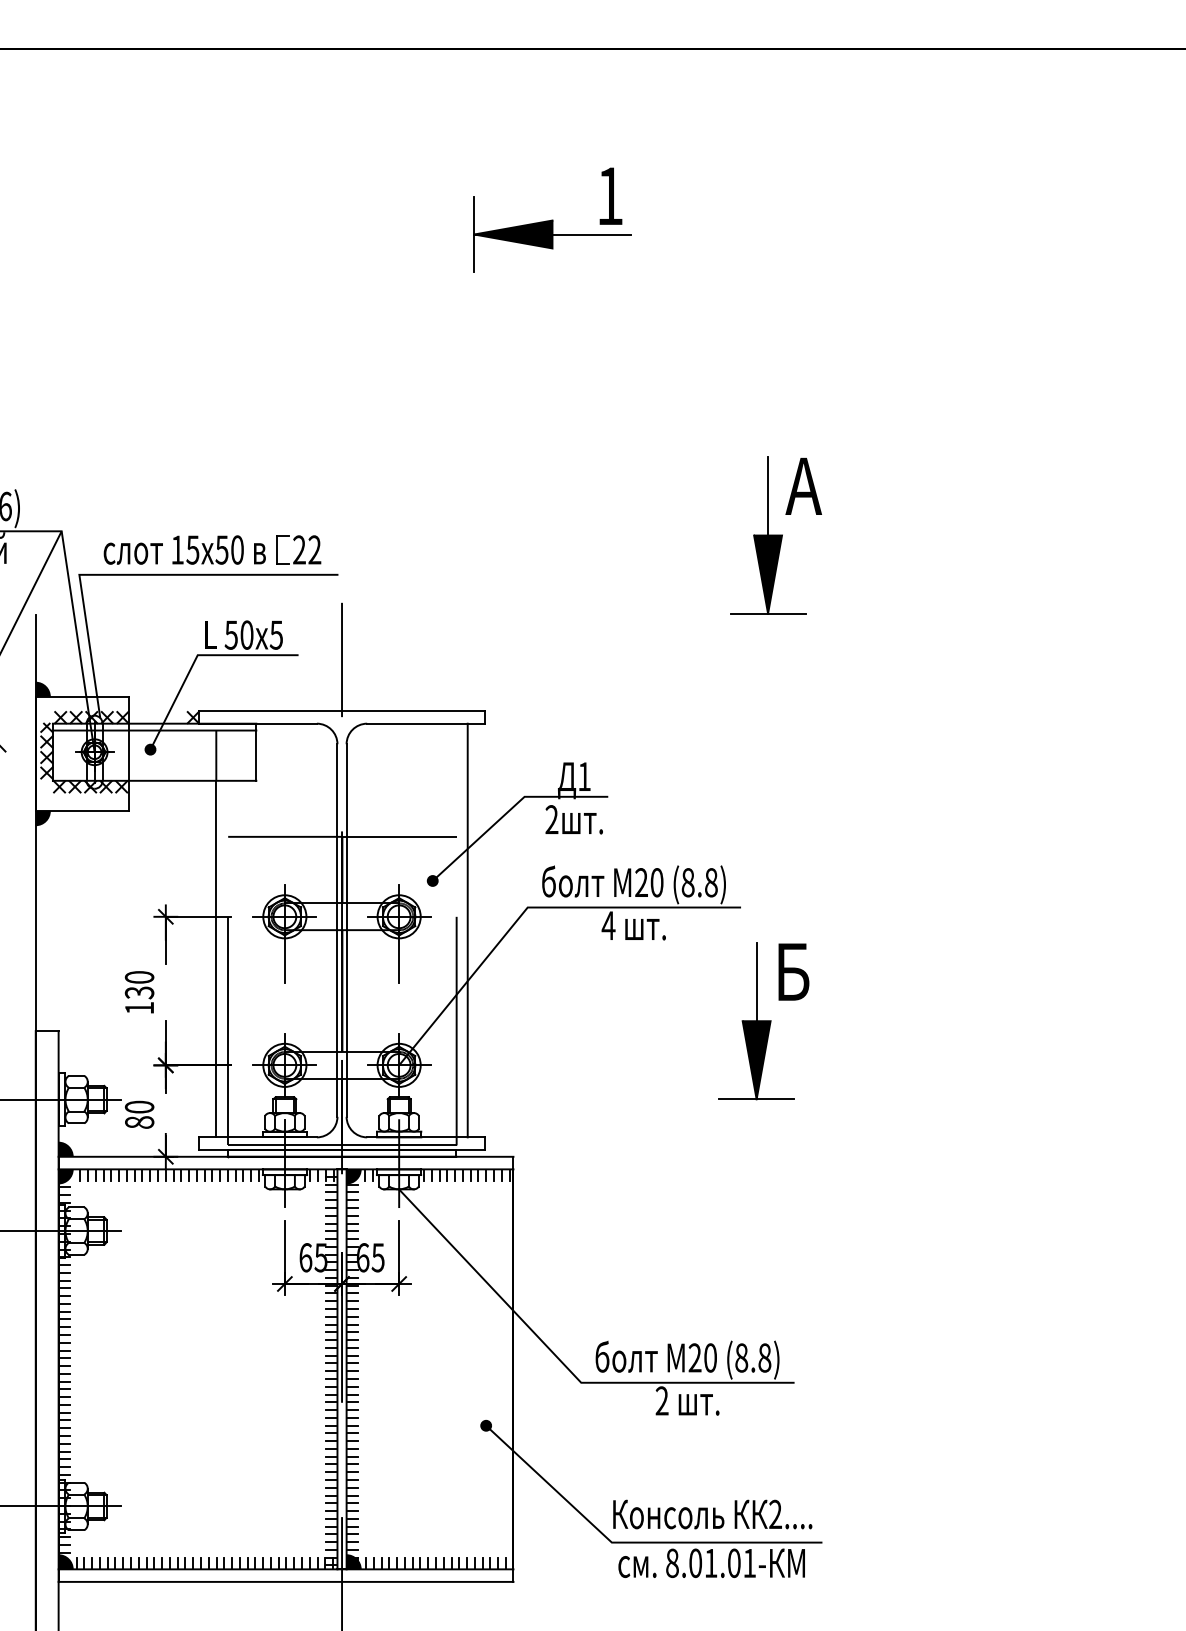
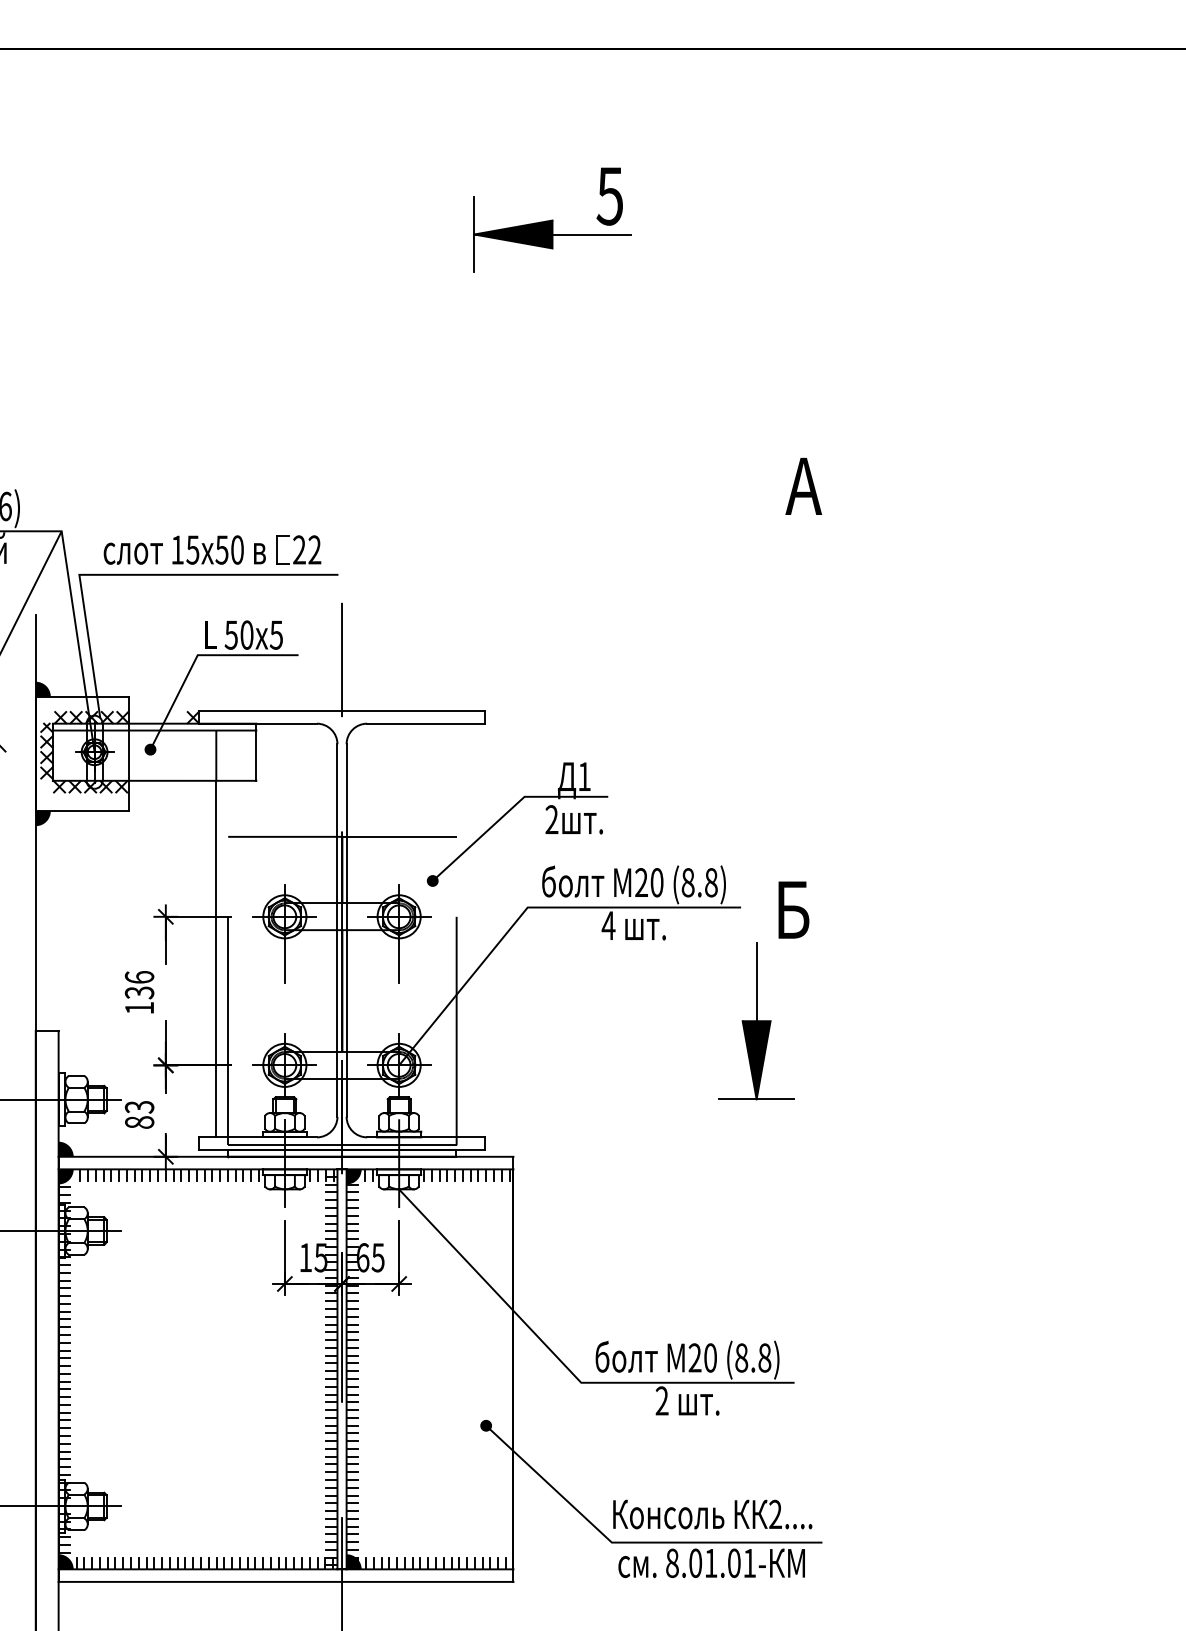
text at (609, 196): 1 -> 5
part at (768, 535): present -> none
line at (467, 930): present -> none
text at (793, 971) position: (793, 971) -> (793, 909)
text at (139, 977): 130 -> 136
text at (139, 1106): 80 -> 83
text at (305, 1257): 65 -> 15
